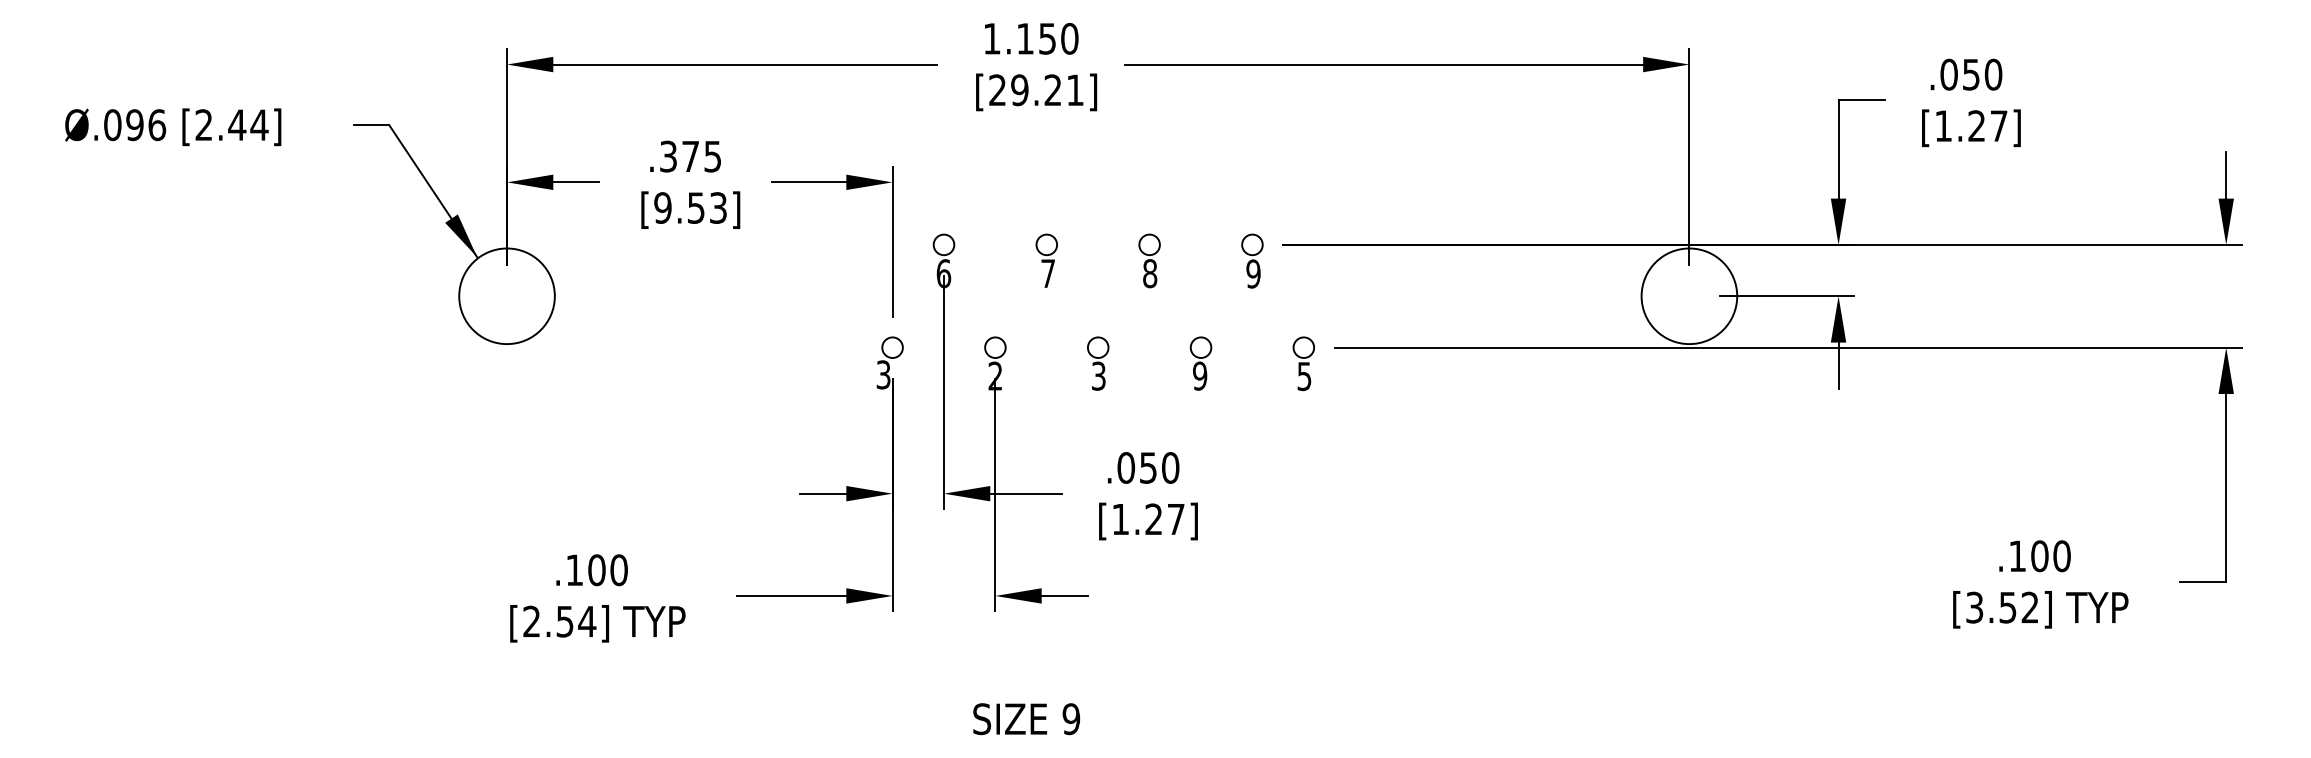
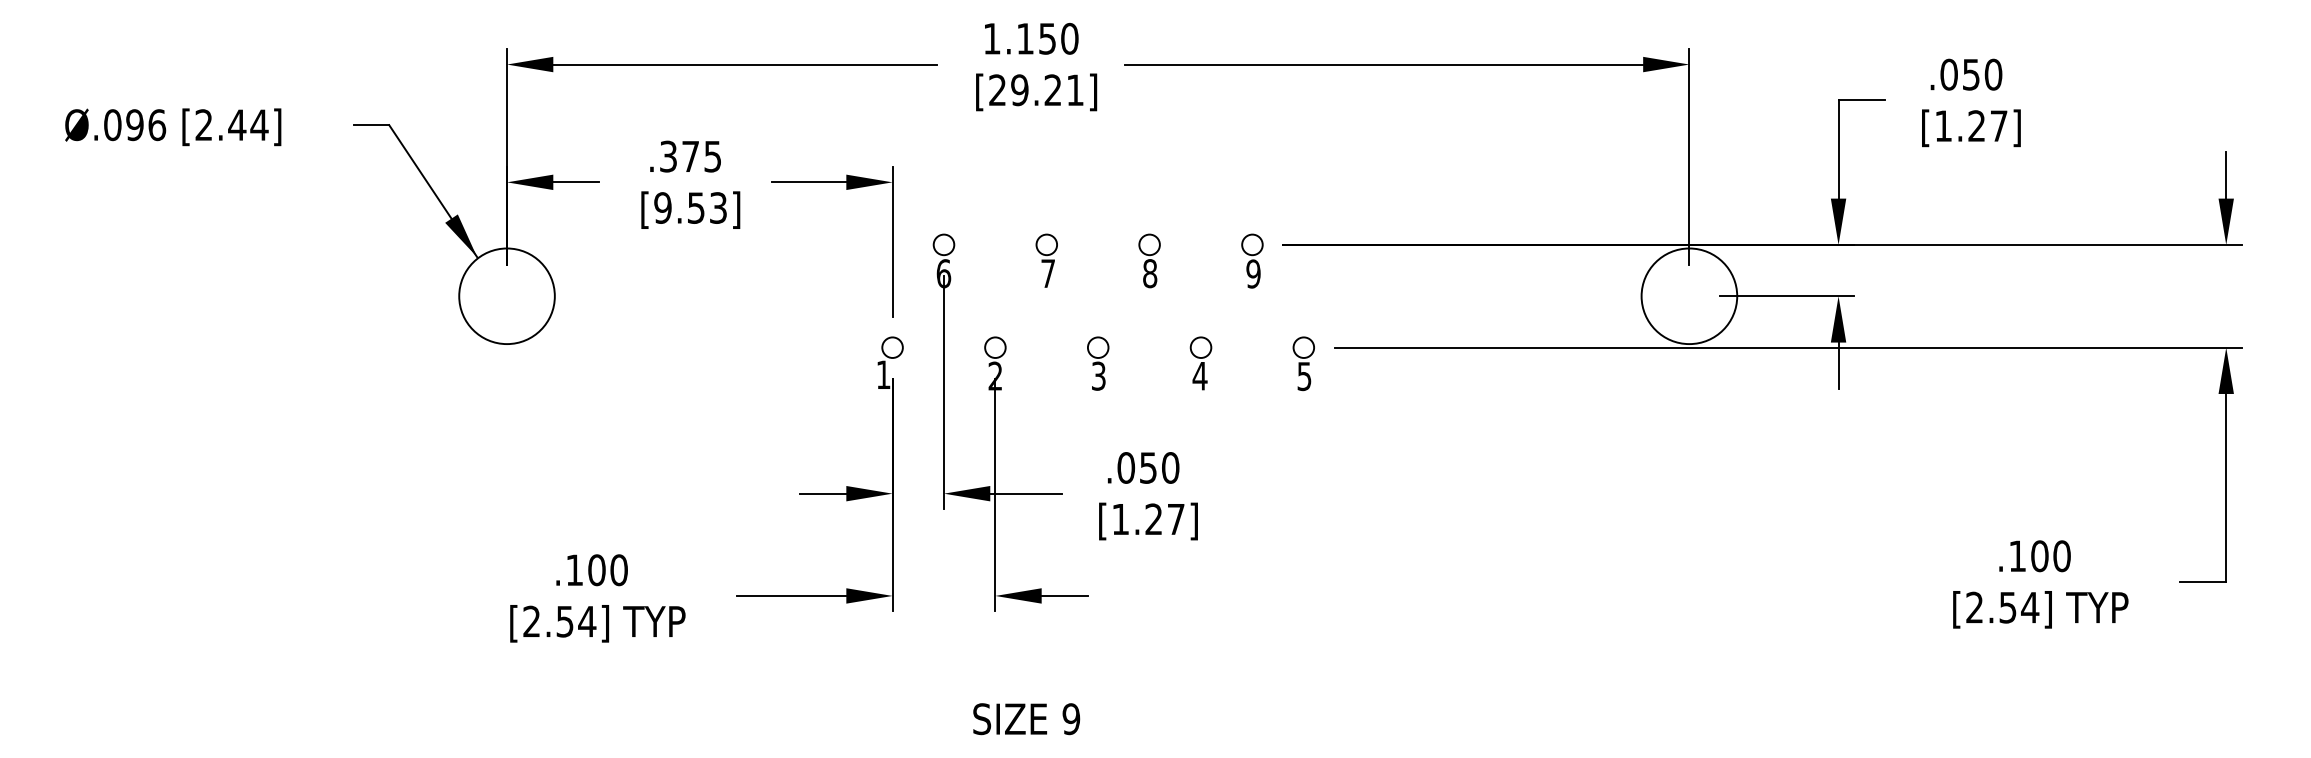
text at (883, 374): 3 -> 1
text at (1199, 375): 9 -> 4
text at (2002, 607): [3.52] -> [2.54]
